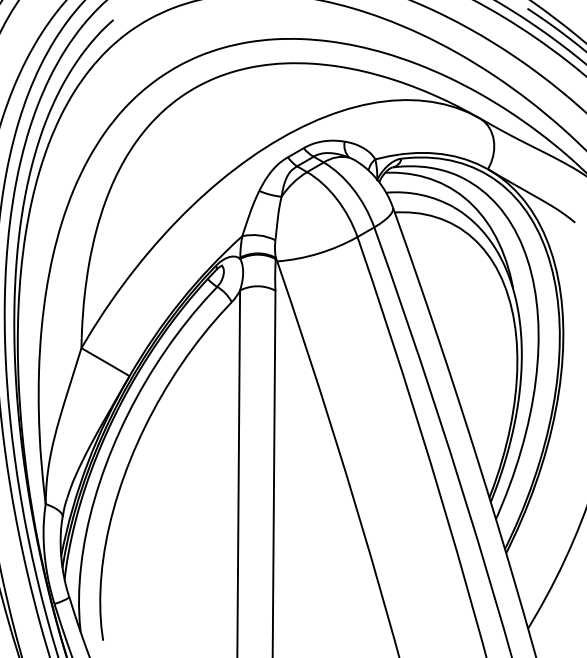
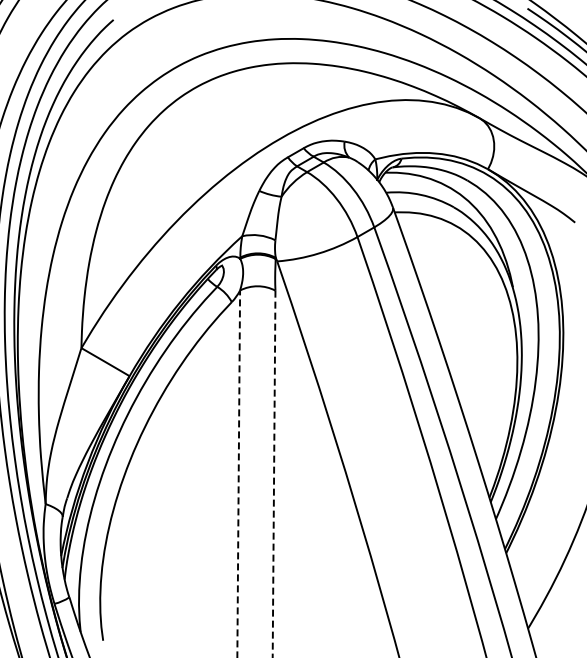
line at (238, 473): solid -> dashed
line at (274, 474): solid -> dashed
